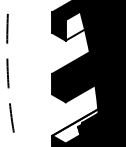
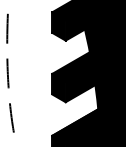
fill at (74, 25): none -> present
fill at (75, 126): none -> present
